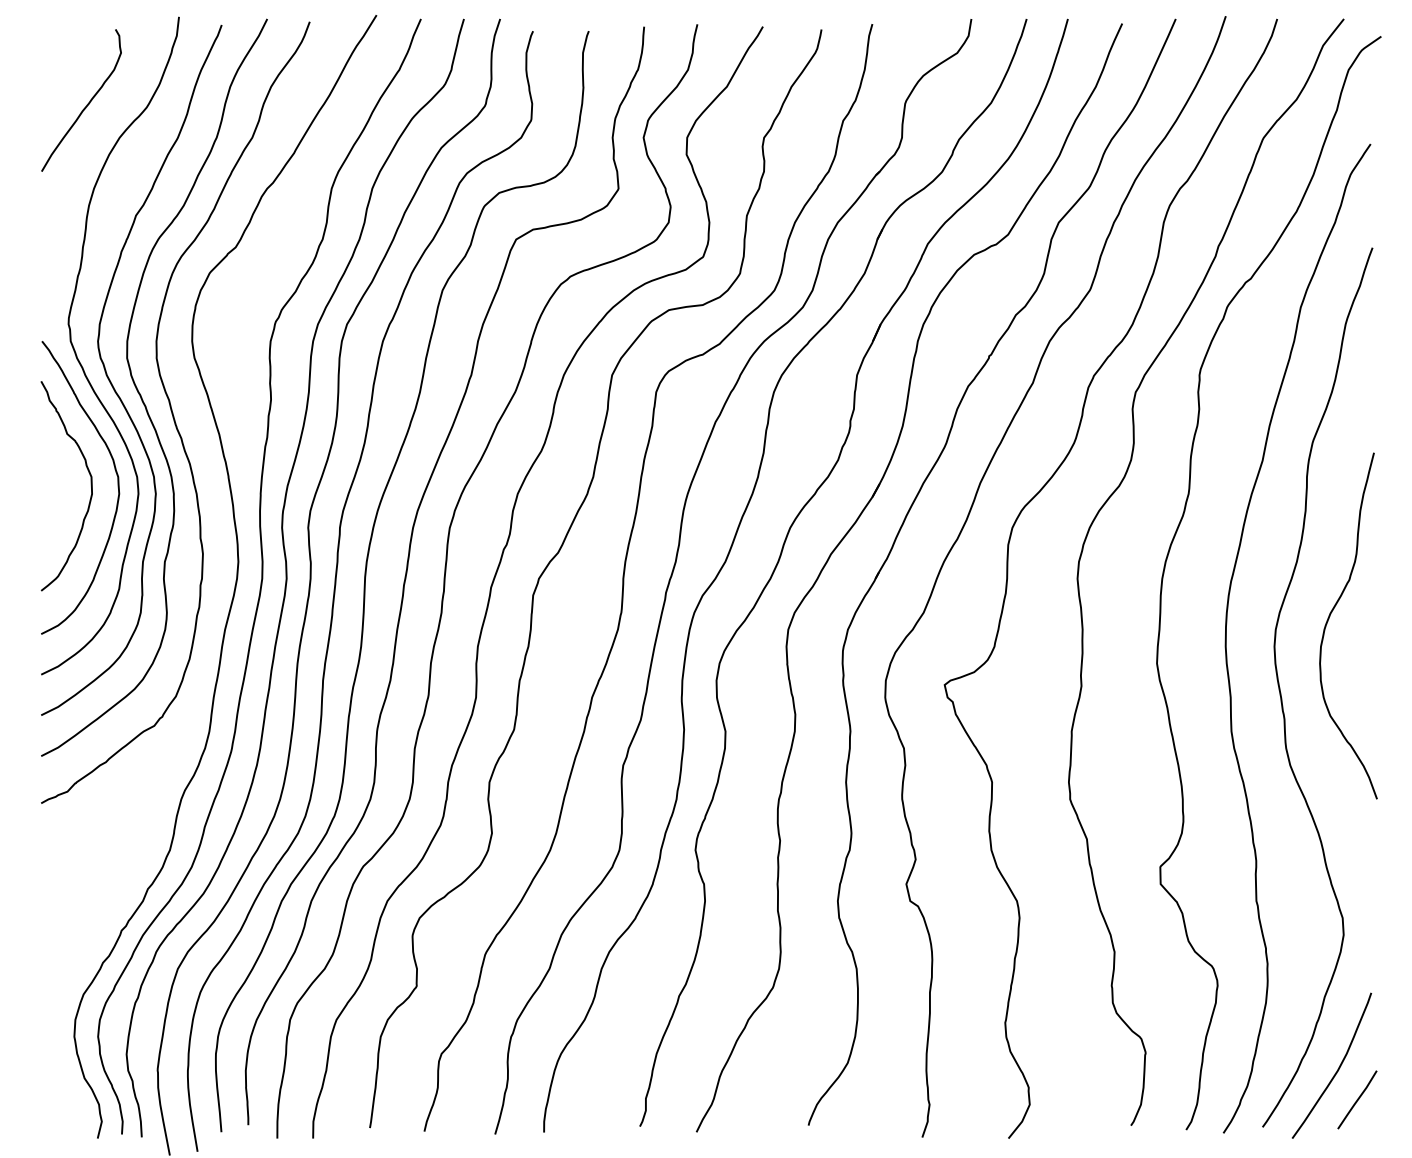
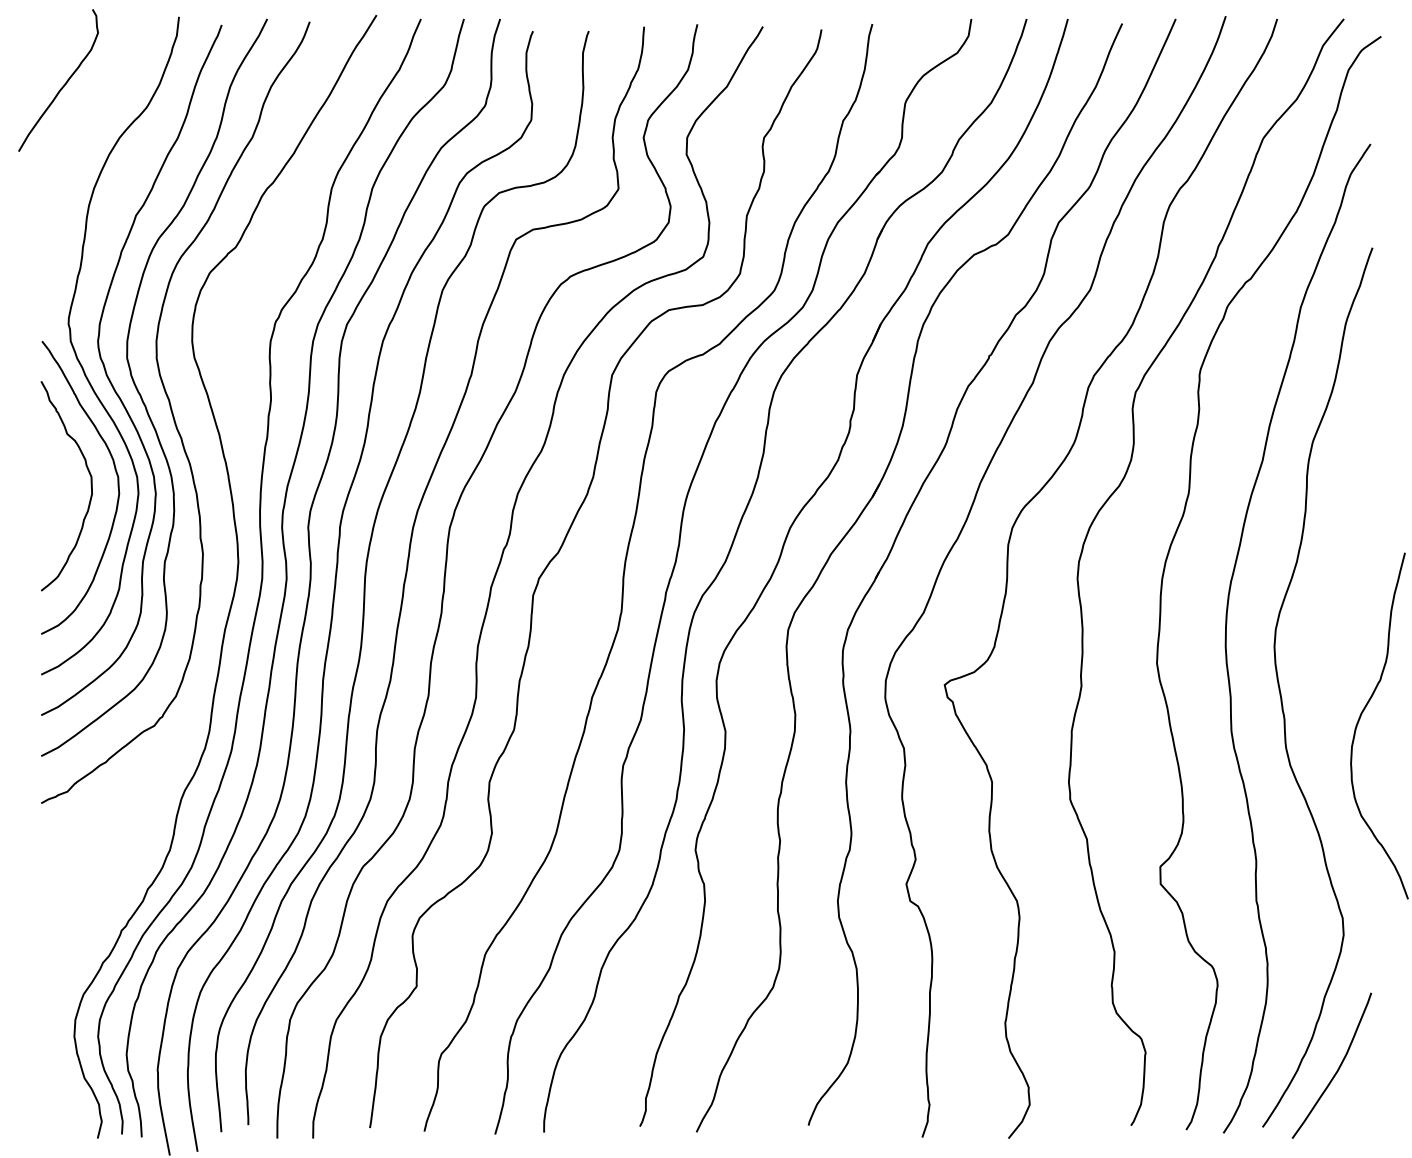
curve at (86, 104) position: (86, 104) -> (63, 84)
curve at (1329, 619) position: (1329, 619) -> (1360, 719)
line at (1357, 1099): present -> none
